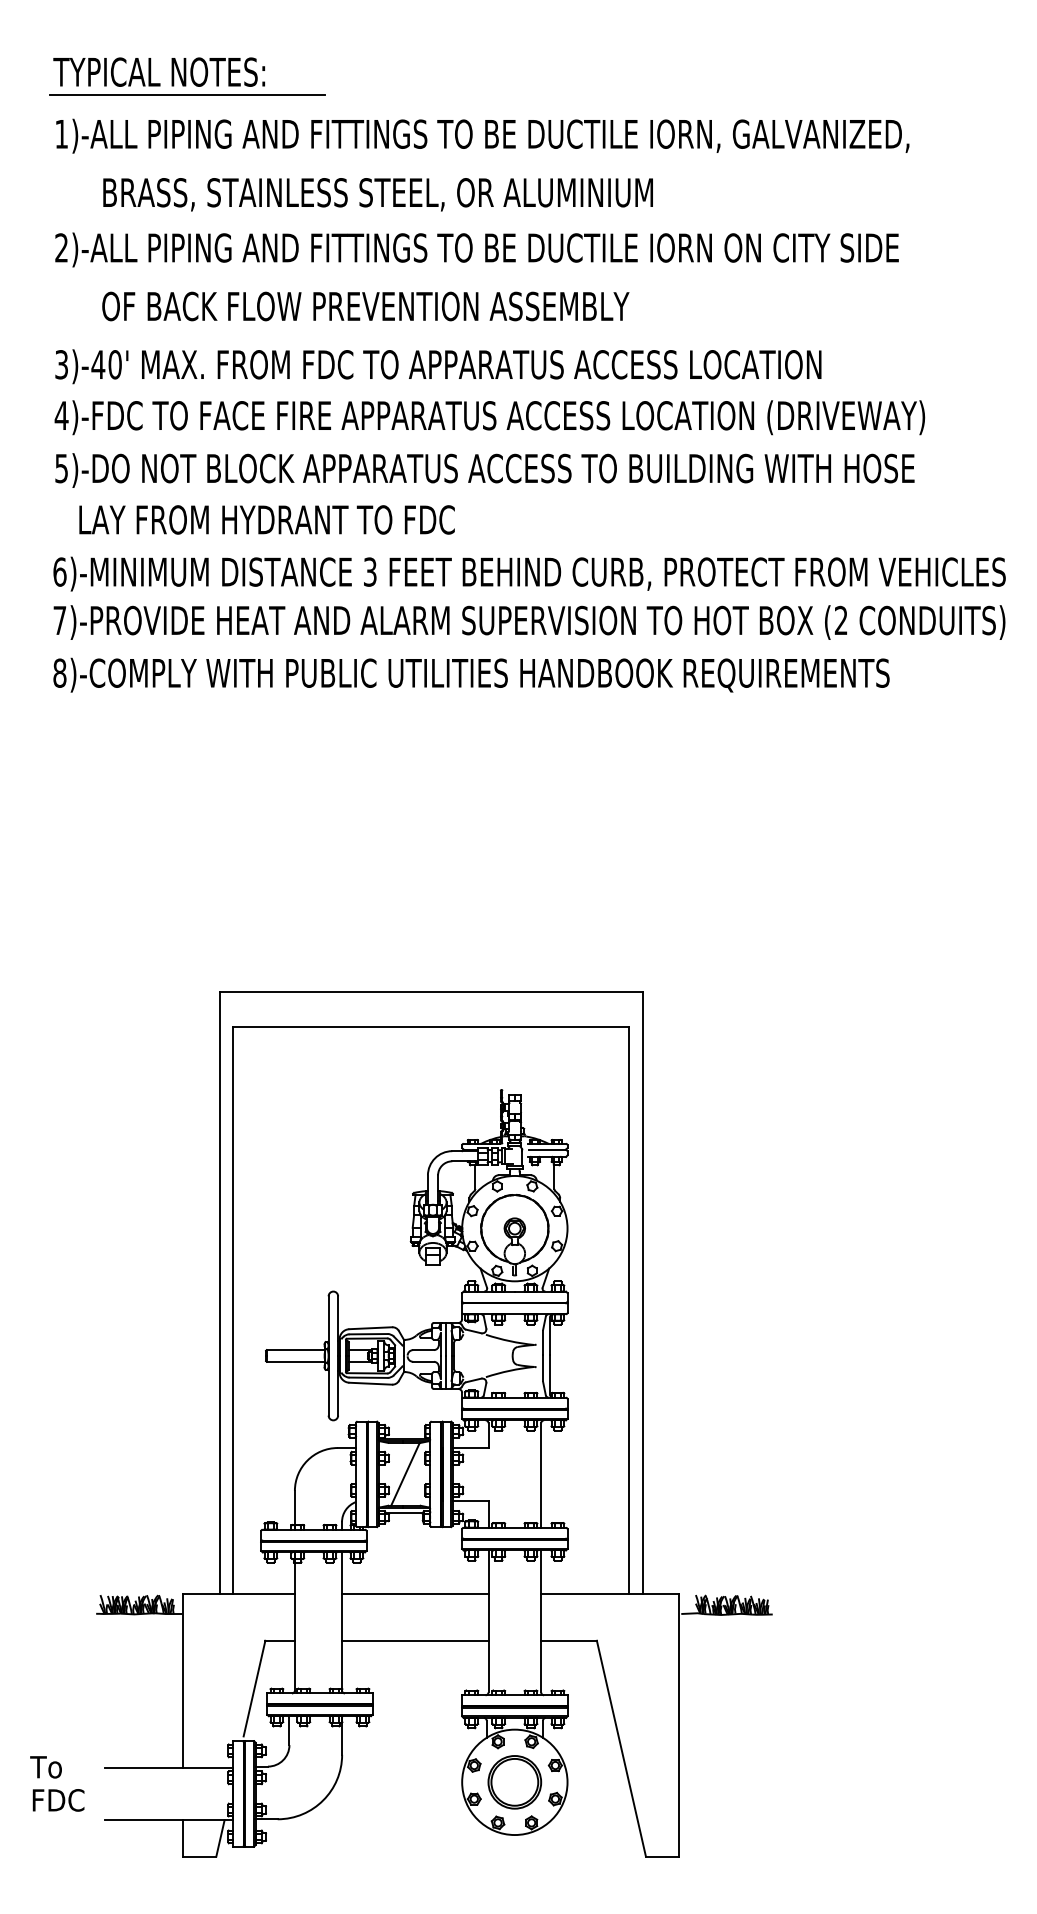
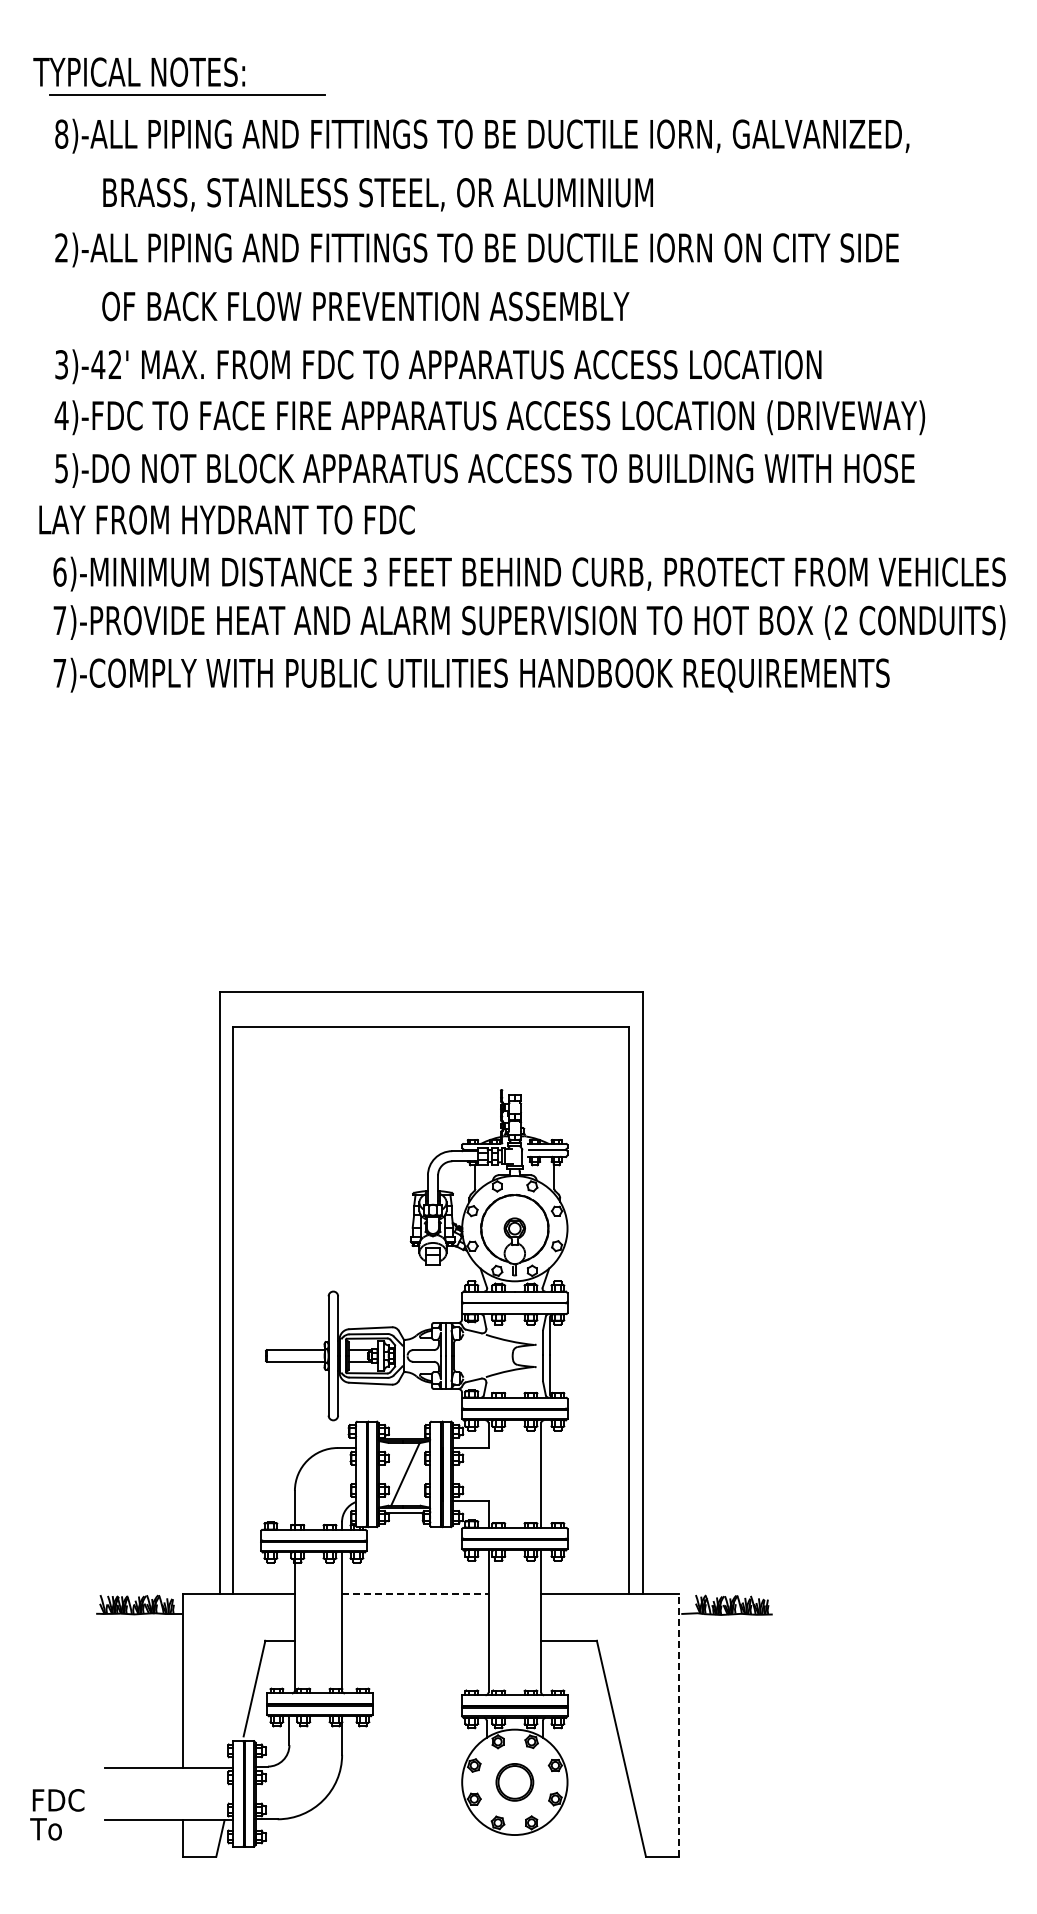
text at (158, 71) position: (158, 71) -> (138, 71)
text at (61, 133): 1)-ALL -> 8)-ALL
text at (114, 364): 3)-40' -> 3)-42'
text at (266, 519) position: (266, 519) -> (226, 519)
text at (59, 672): 8)-COMPLY -> 7)-COMPLY
line at (415, 1593): solid -> dashed
line at (415, 1640): present -> none
line at (679, 1724): solid -> dashed
text at (45, 1767) position: (45, 1767) -> (45, 1829)
part at (514, 1782) size: 56x55 px -> 40x39 px
